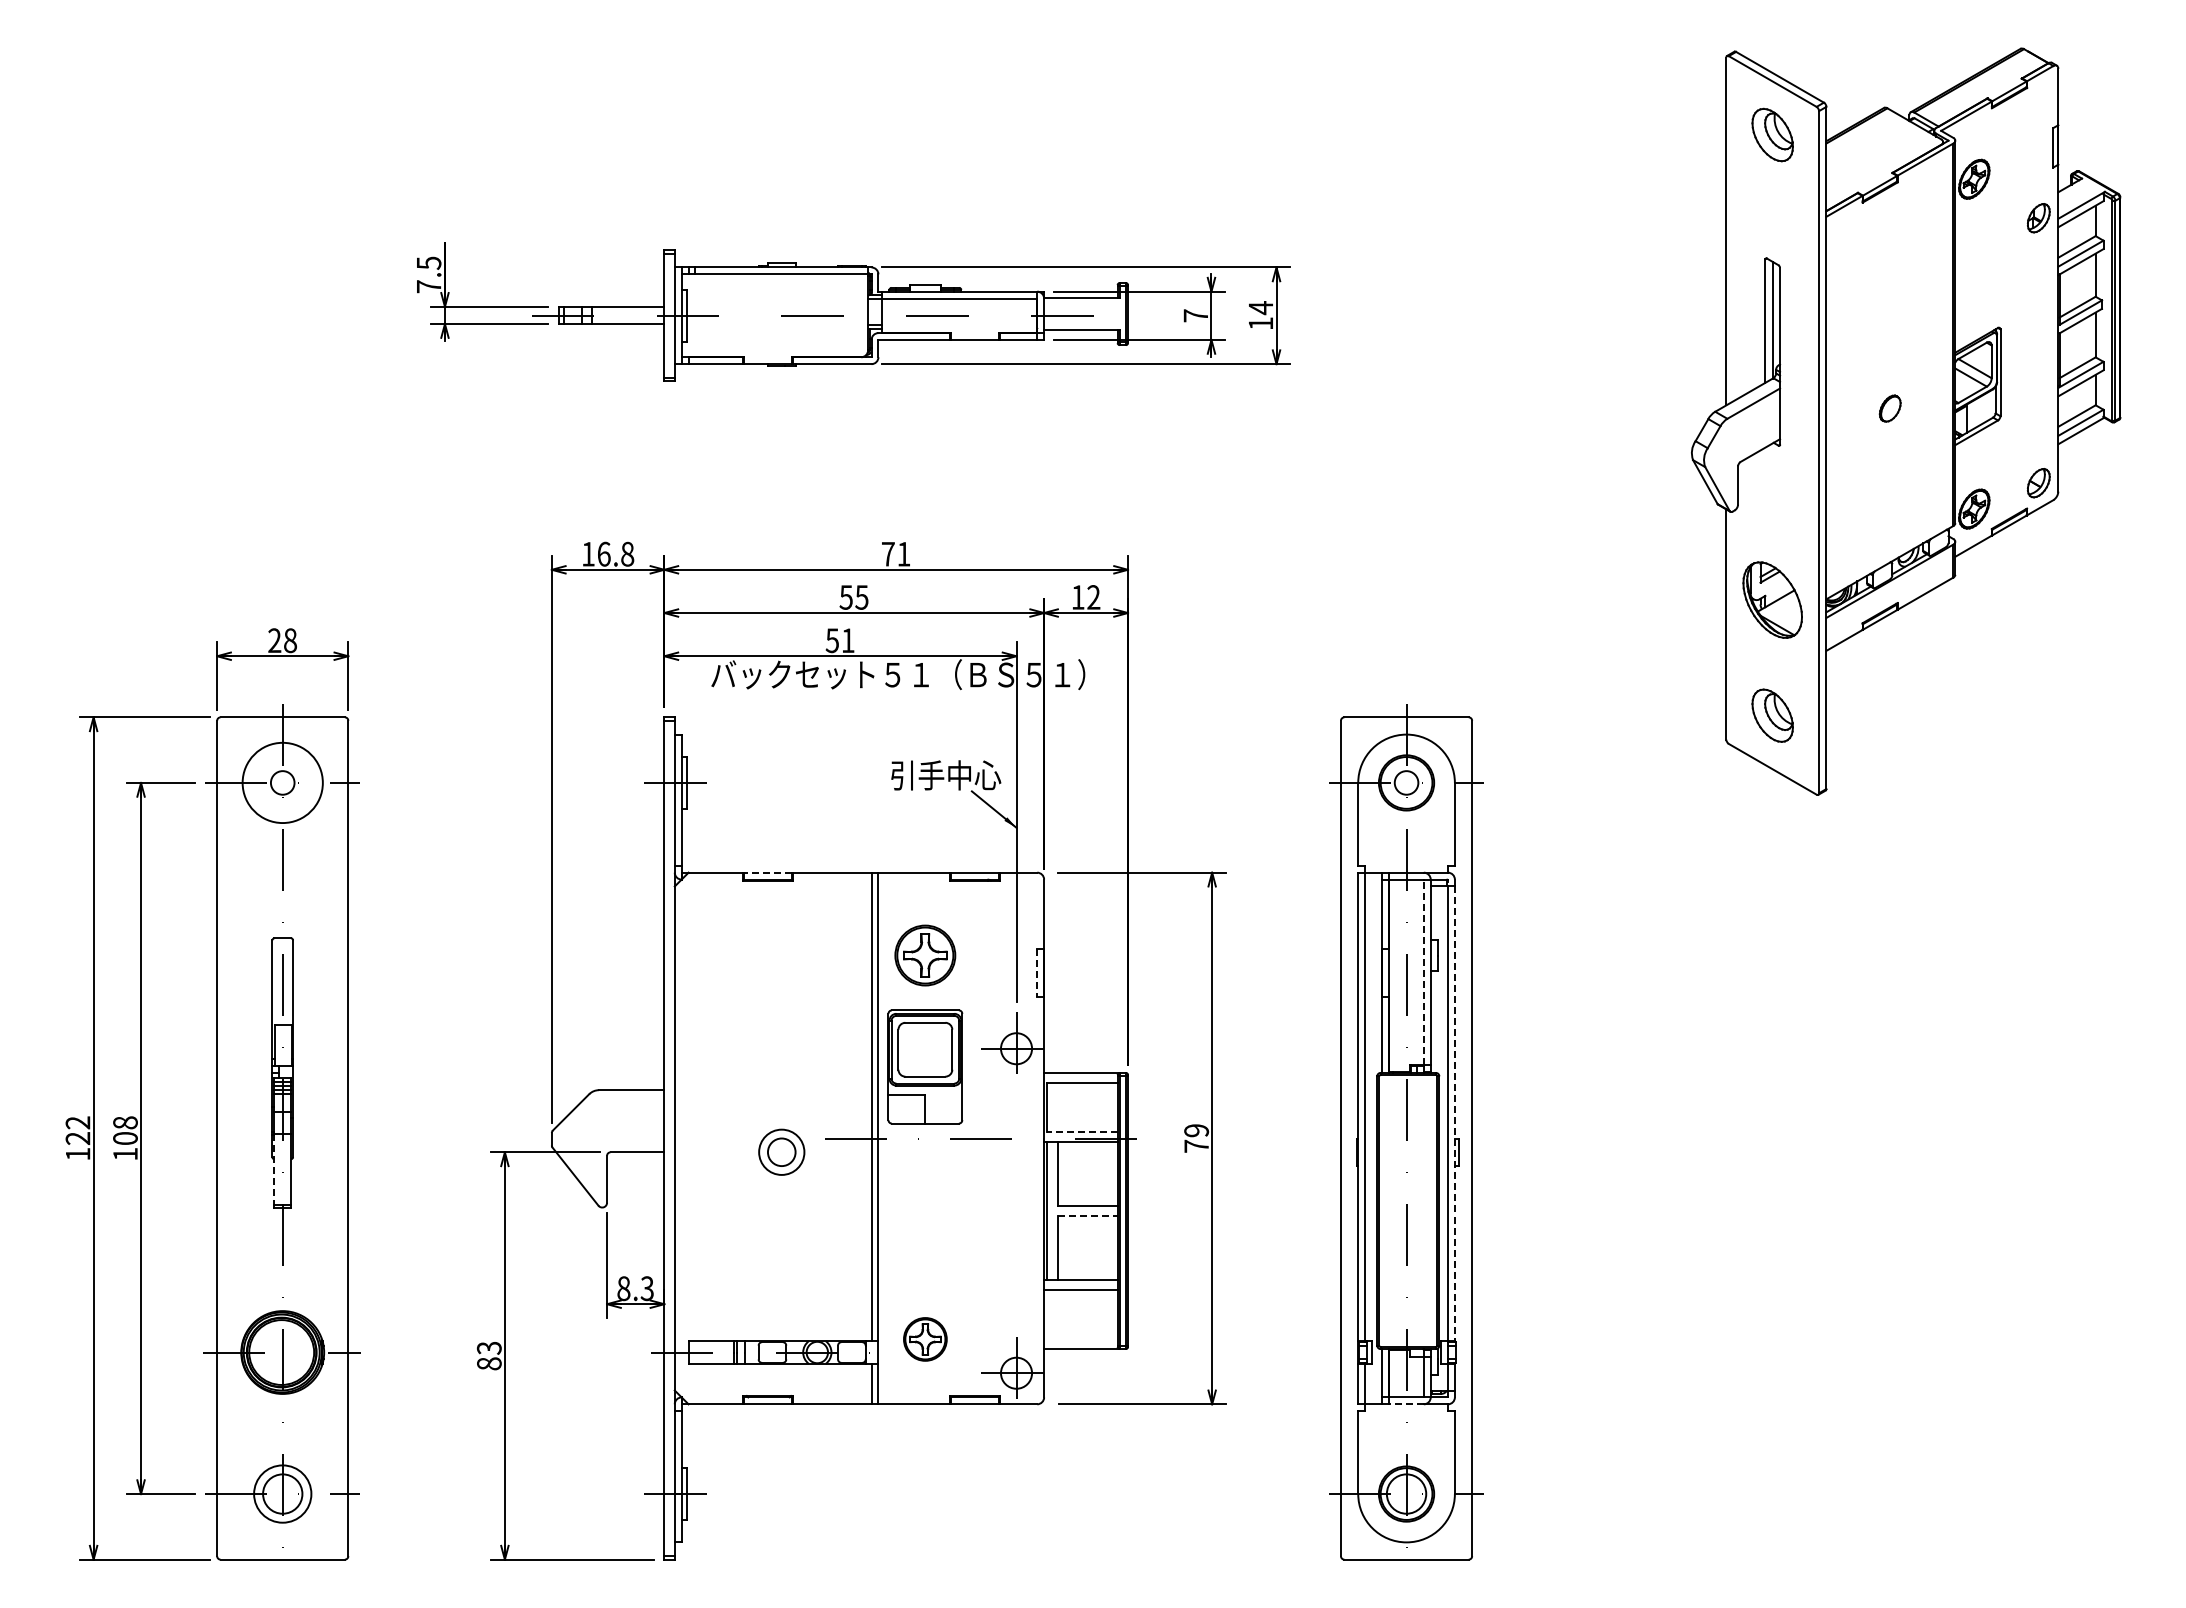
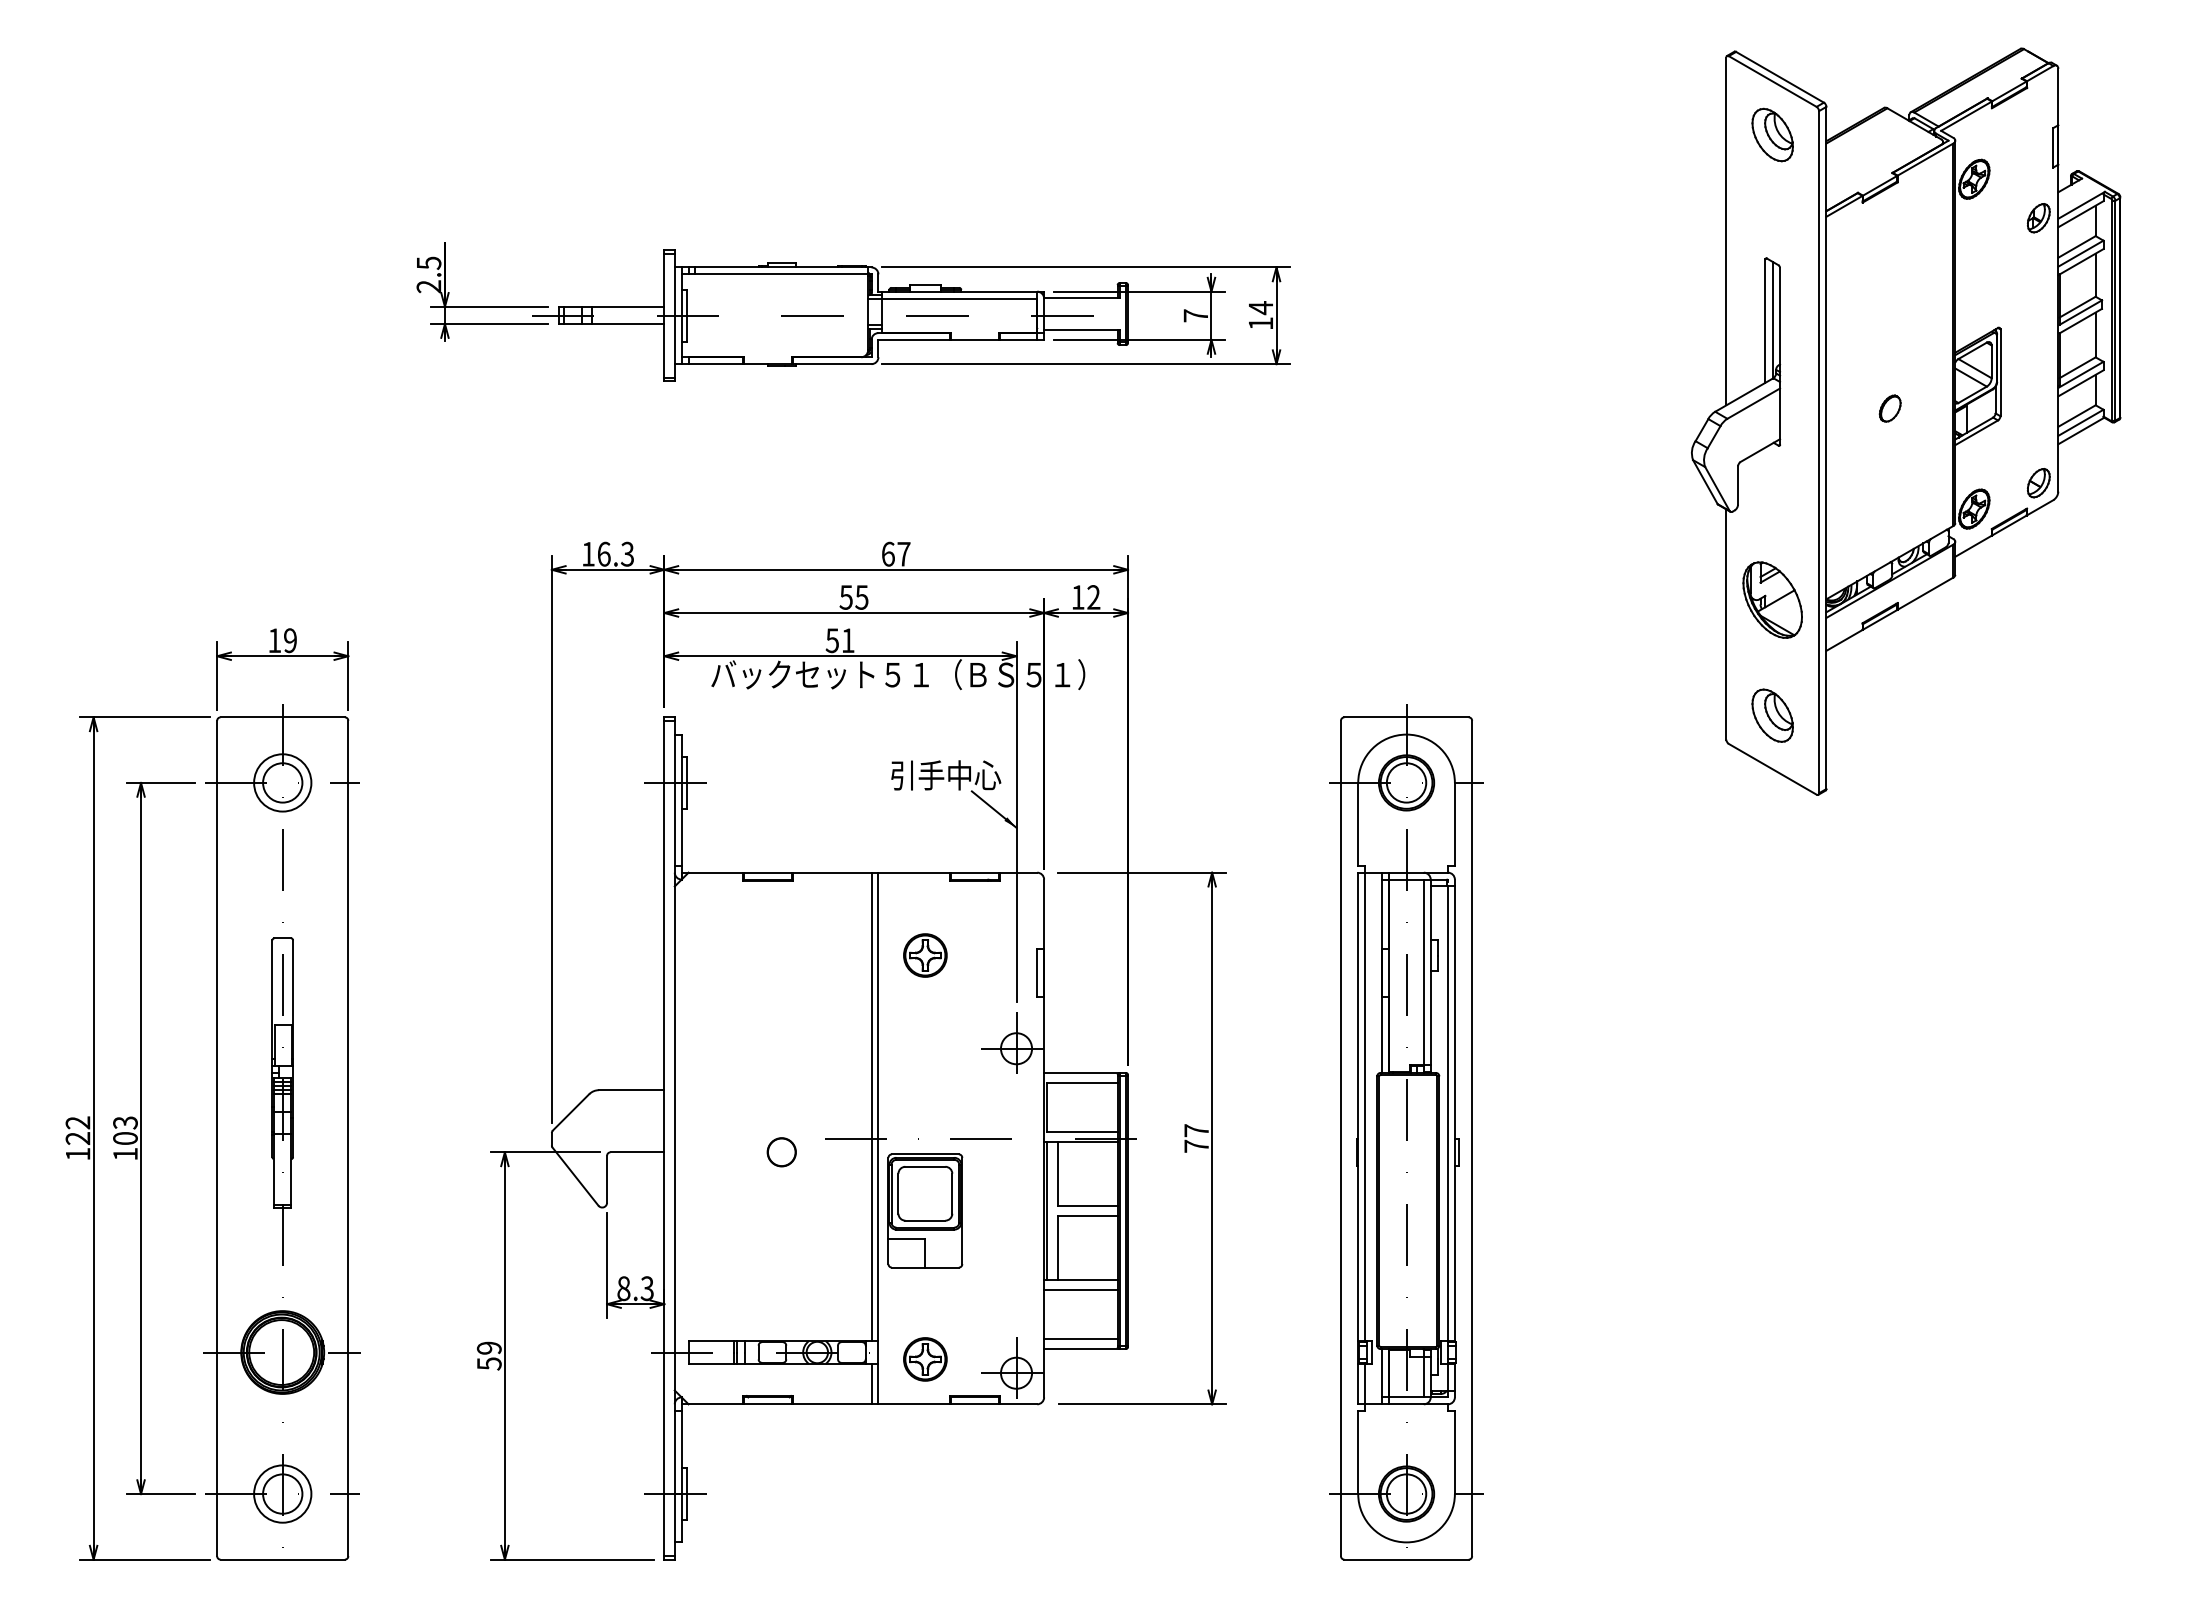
text at (428, 286): 7.5 -> 2.5
text at (627, 553): 16.8 -> 16.3
text at (896, 553): 71 -> 67
text at (282, 640): 28 -> 19
circle at (282, 782) diameter: 24 px -> 39 px
circle at (282, 782) diameter: 80 px -> 57 px
circle at (1406, 782) diameter: 24 px -> 39 px
line at (767, 872): dashed -> solid
part at (925, 955) size: 63x63 px -> 45x45 px
line at (1423, 972): dashed -> solid
line at (1037, 973): dashed -> solid
part at (925, 1066) position: (925, 1066) -> (925, 1210)
line at (1454, 1114): dashed -> solid
text at (125, 1122): 108 -> 103
text at (1196, 1130): 79 -> 77
line at (1081, 1131): dashed -> solid
circle at (781, 1151) diameter: 45 px -> 28 px
line at (273, 1169): dashed -> solid
line at (1088, 1216): dashed -> solid
line at (1080, 1338): none -> present
part at (925, 1339) position: (925, 1339) -> (925, 1359)
text at (489, 1355): 83 -> 59
line at (1406, 1404): dashed -> solid
